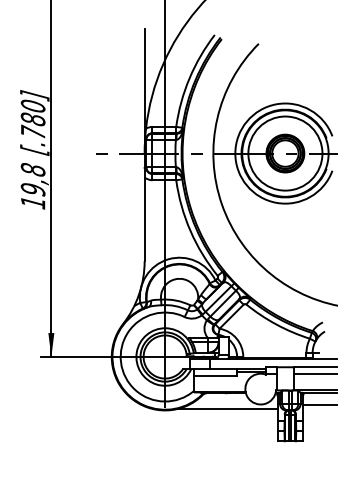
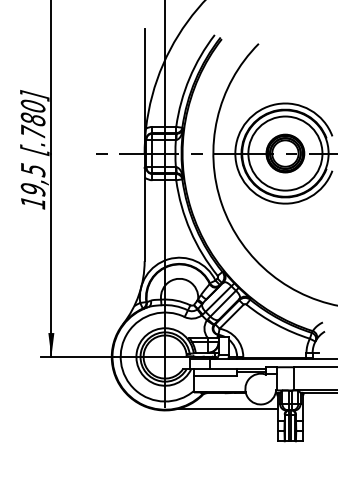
text at (32, 170): 19,8 -> 19,5
line at (313, 373): present -> none
line at (318, 405): present -> none
